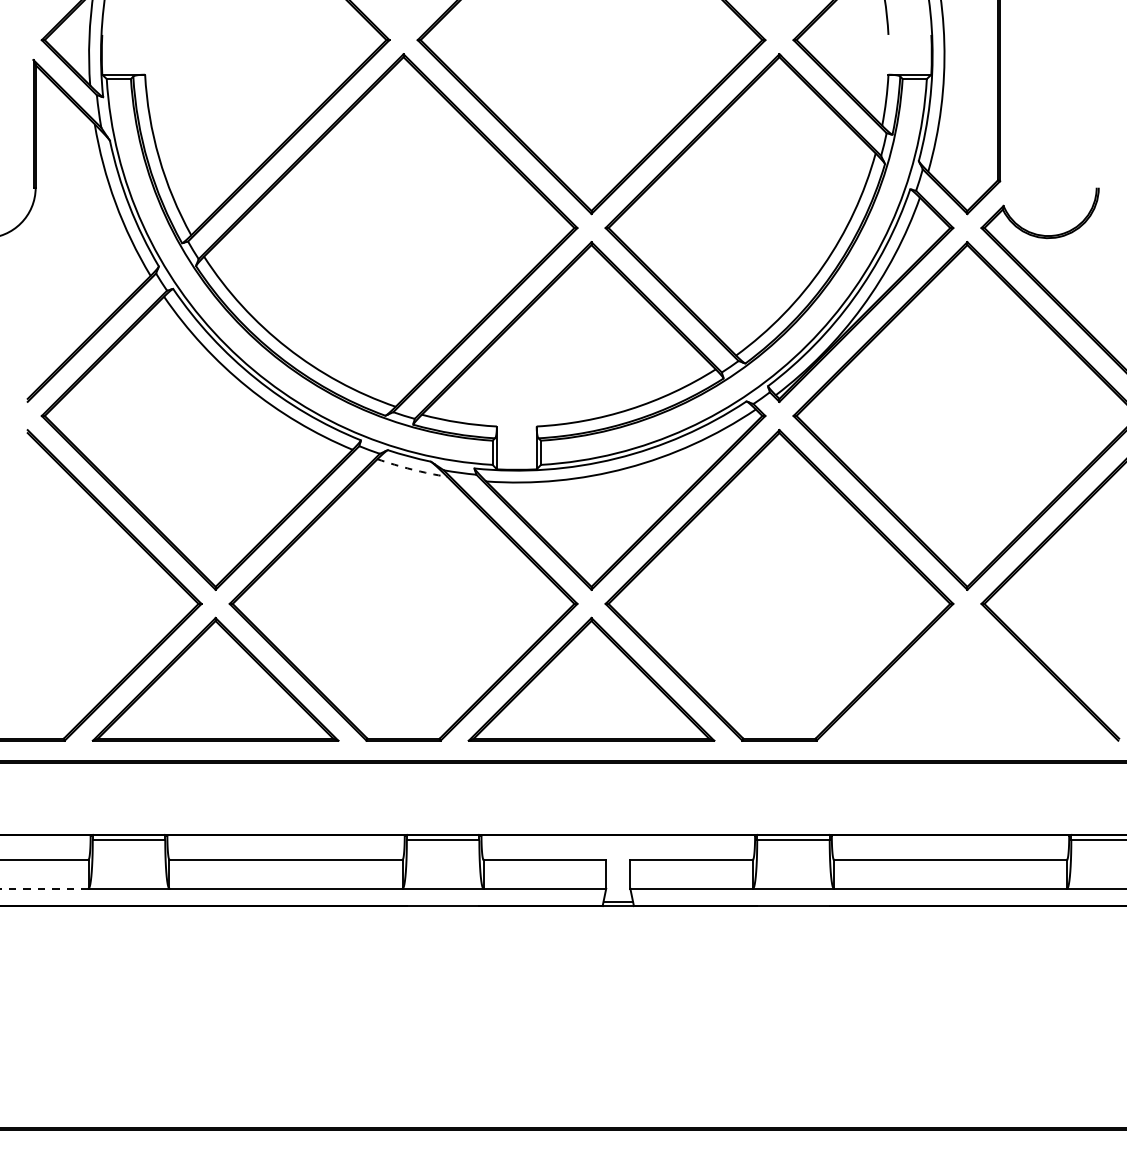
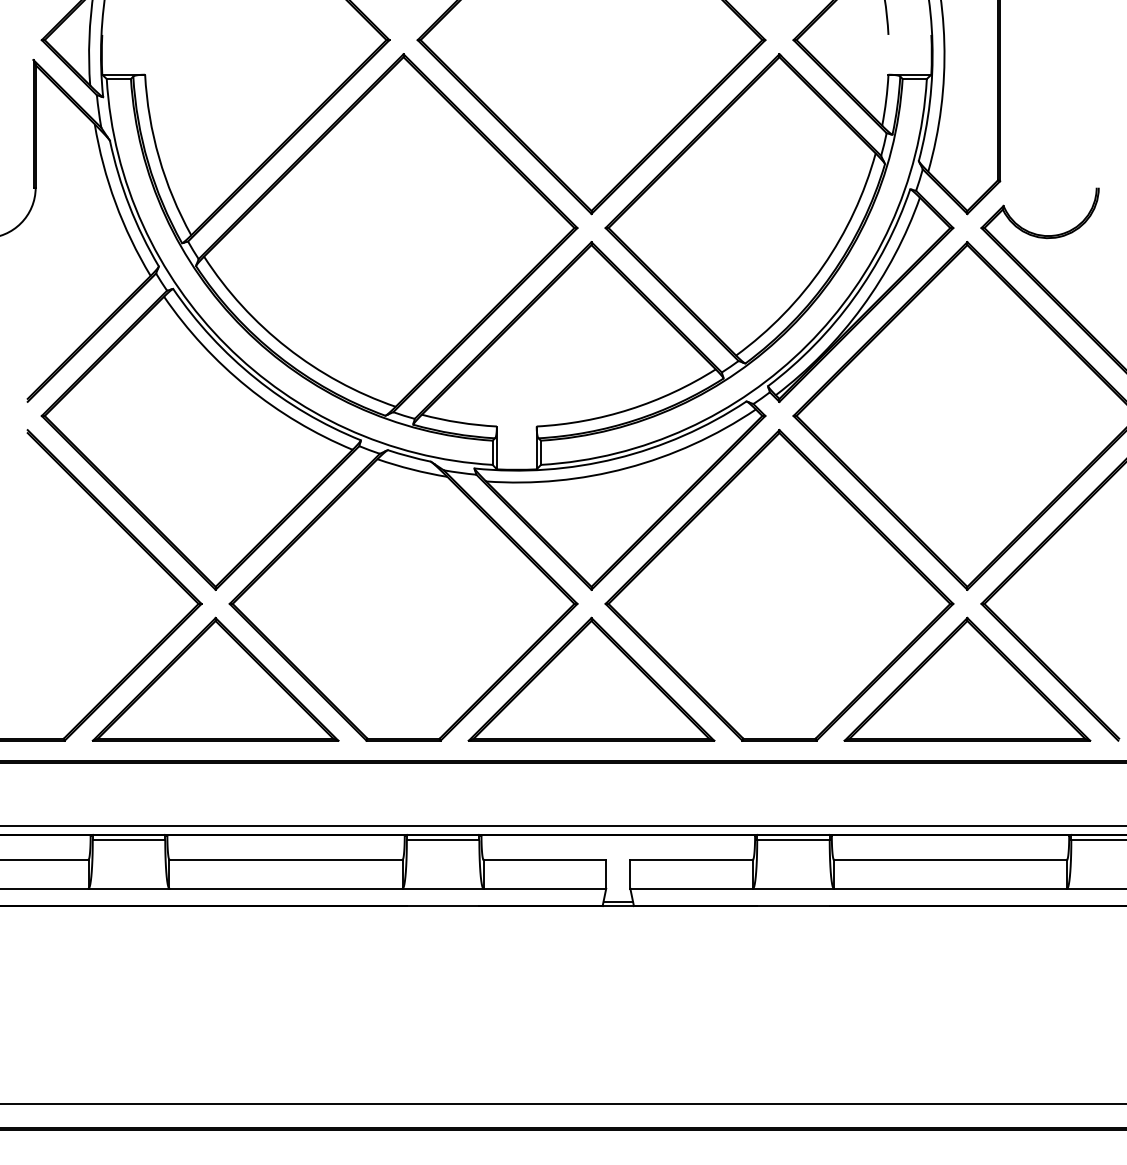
arc at (412, 469): dashed -> solid
part at (967, 678): none -> present
line at (562, 826): none -> present
line at (44, 888): dashed -> solid
line at (562, 1103): none -> present
